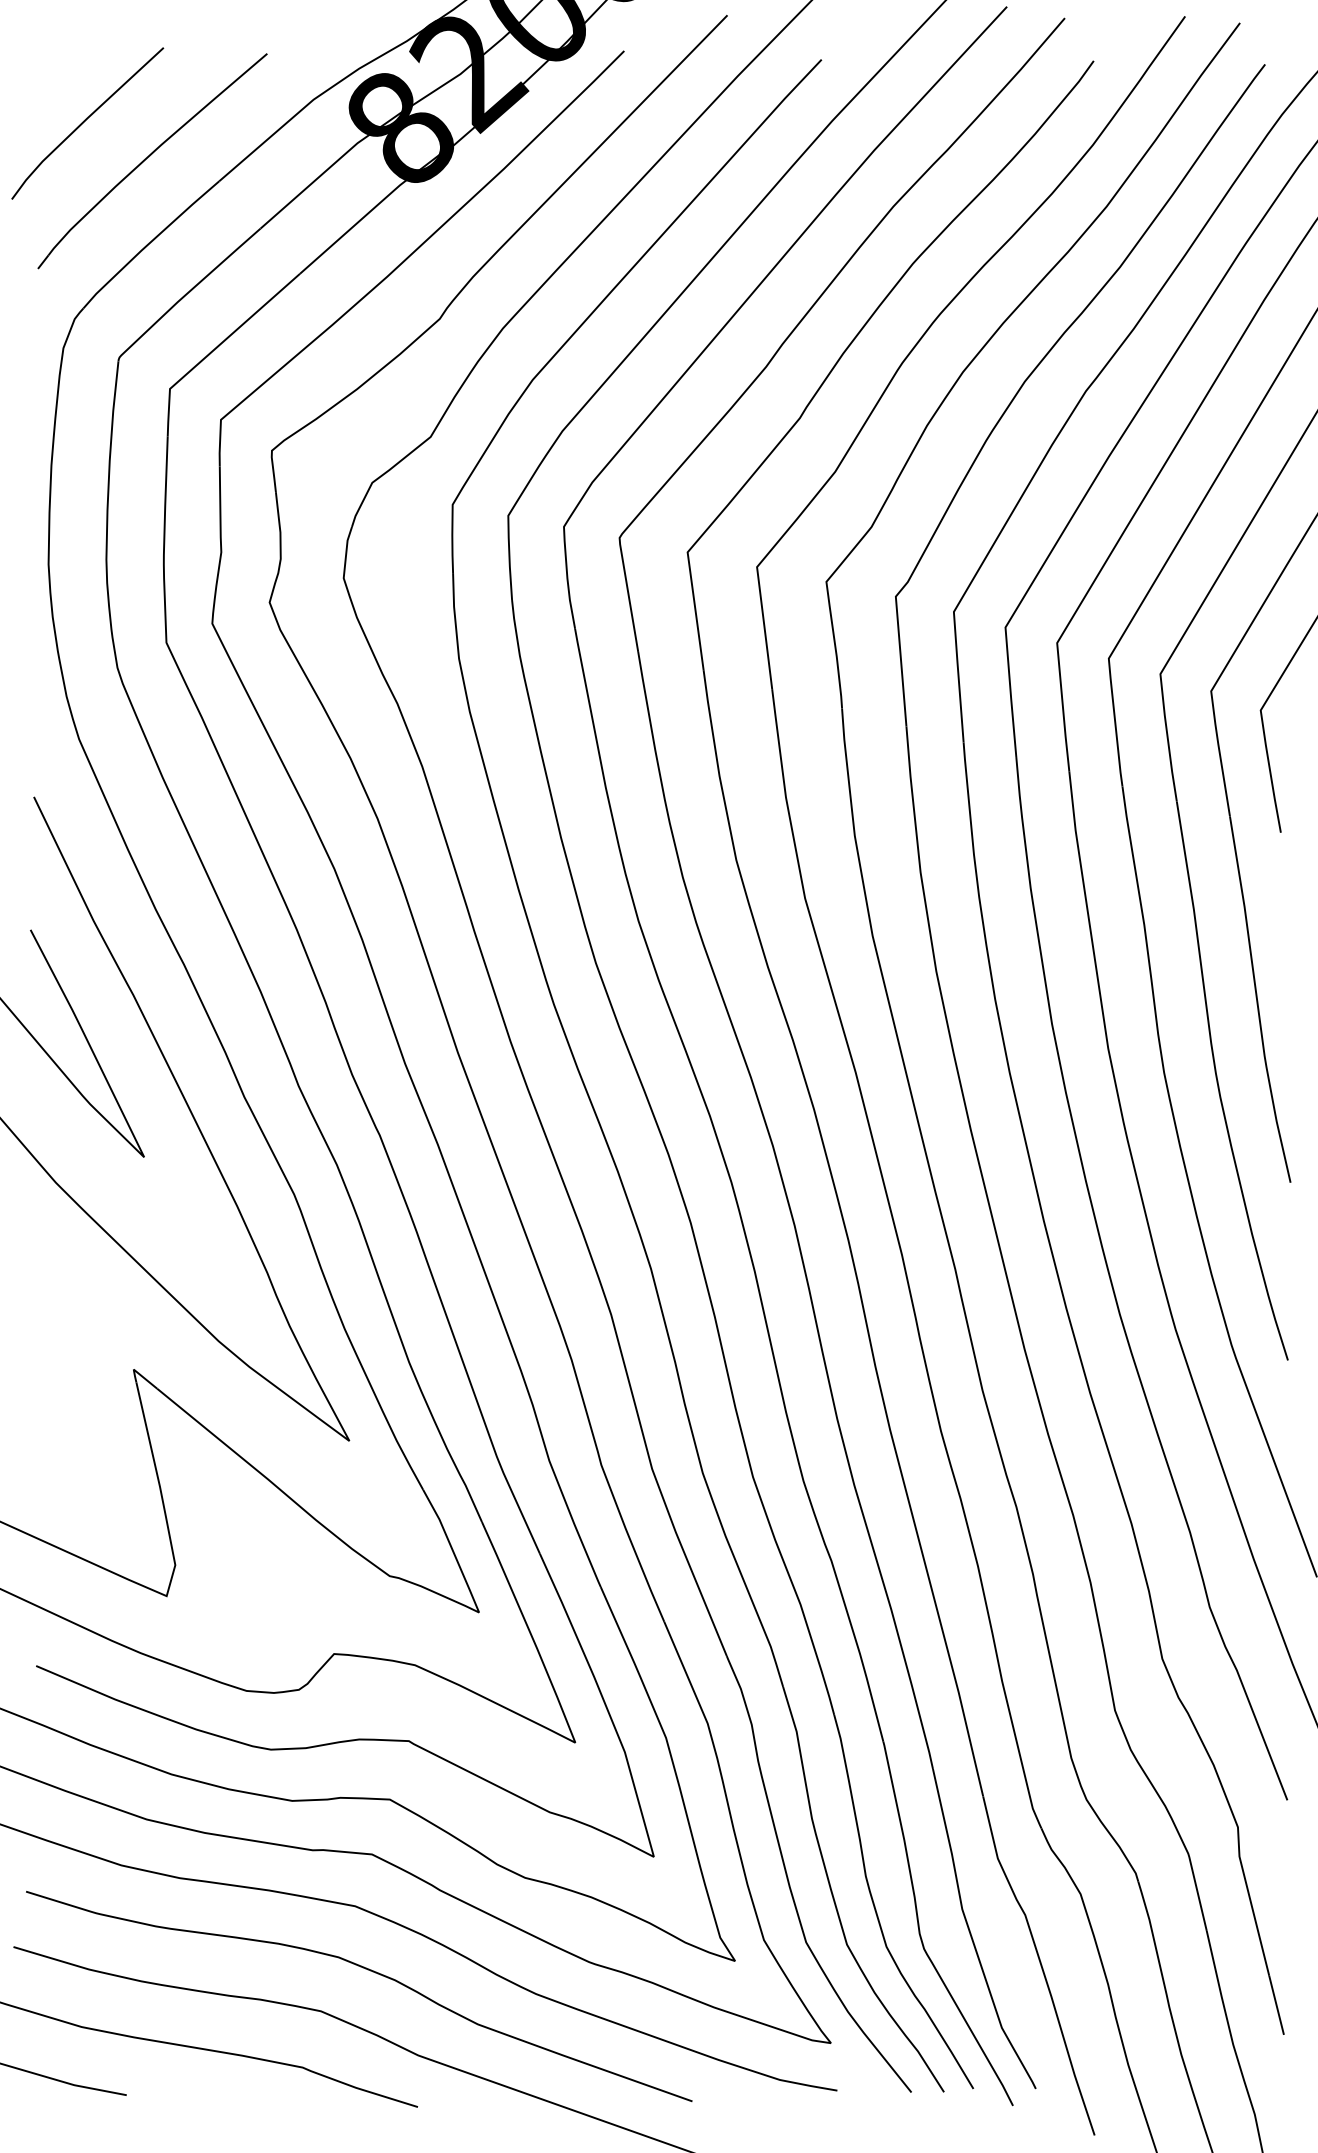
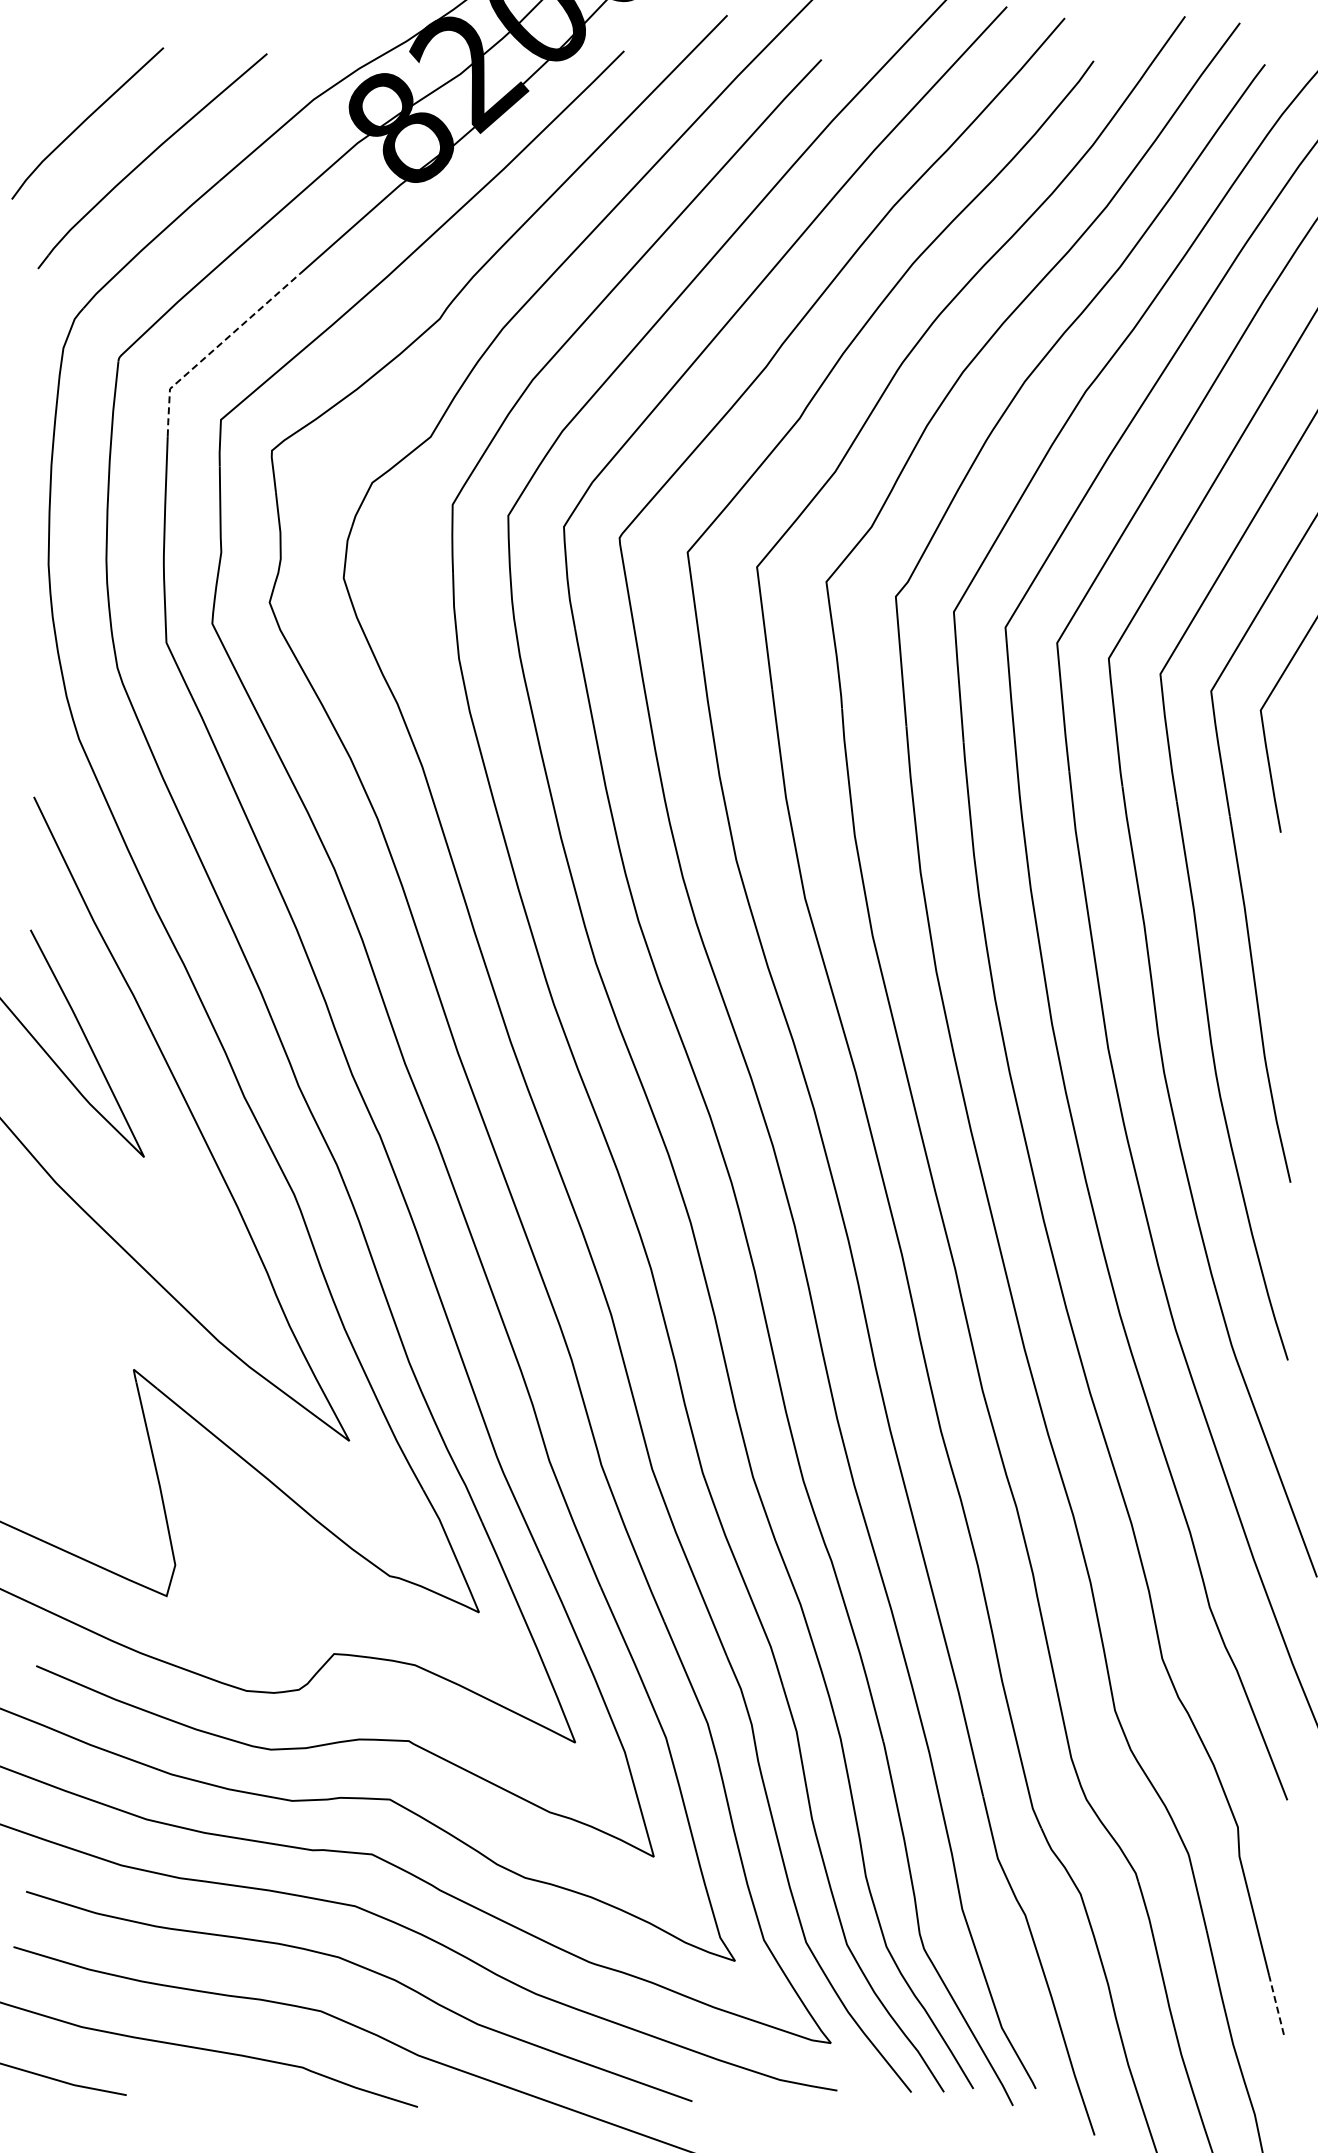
line at (216, 347): solid -> dashed
line at (1276, 2004): solid -> dashed
